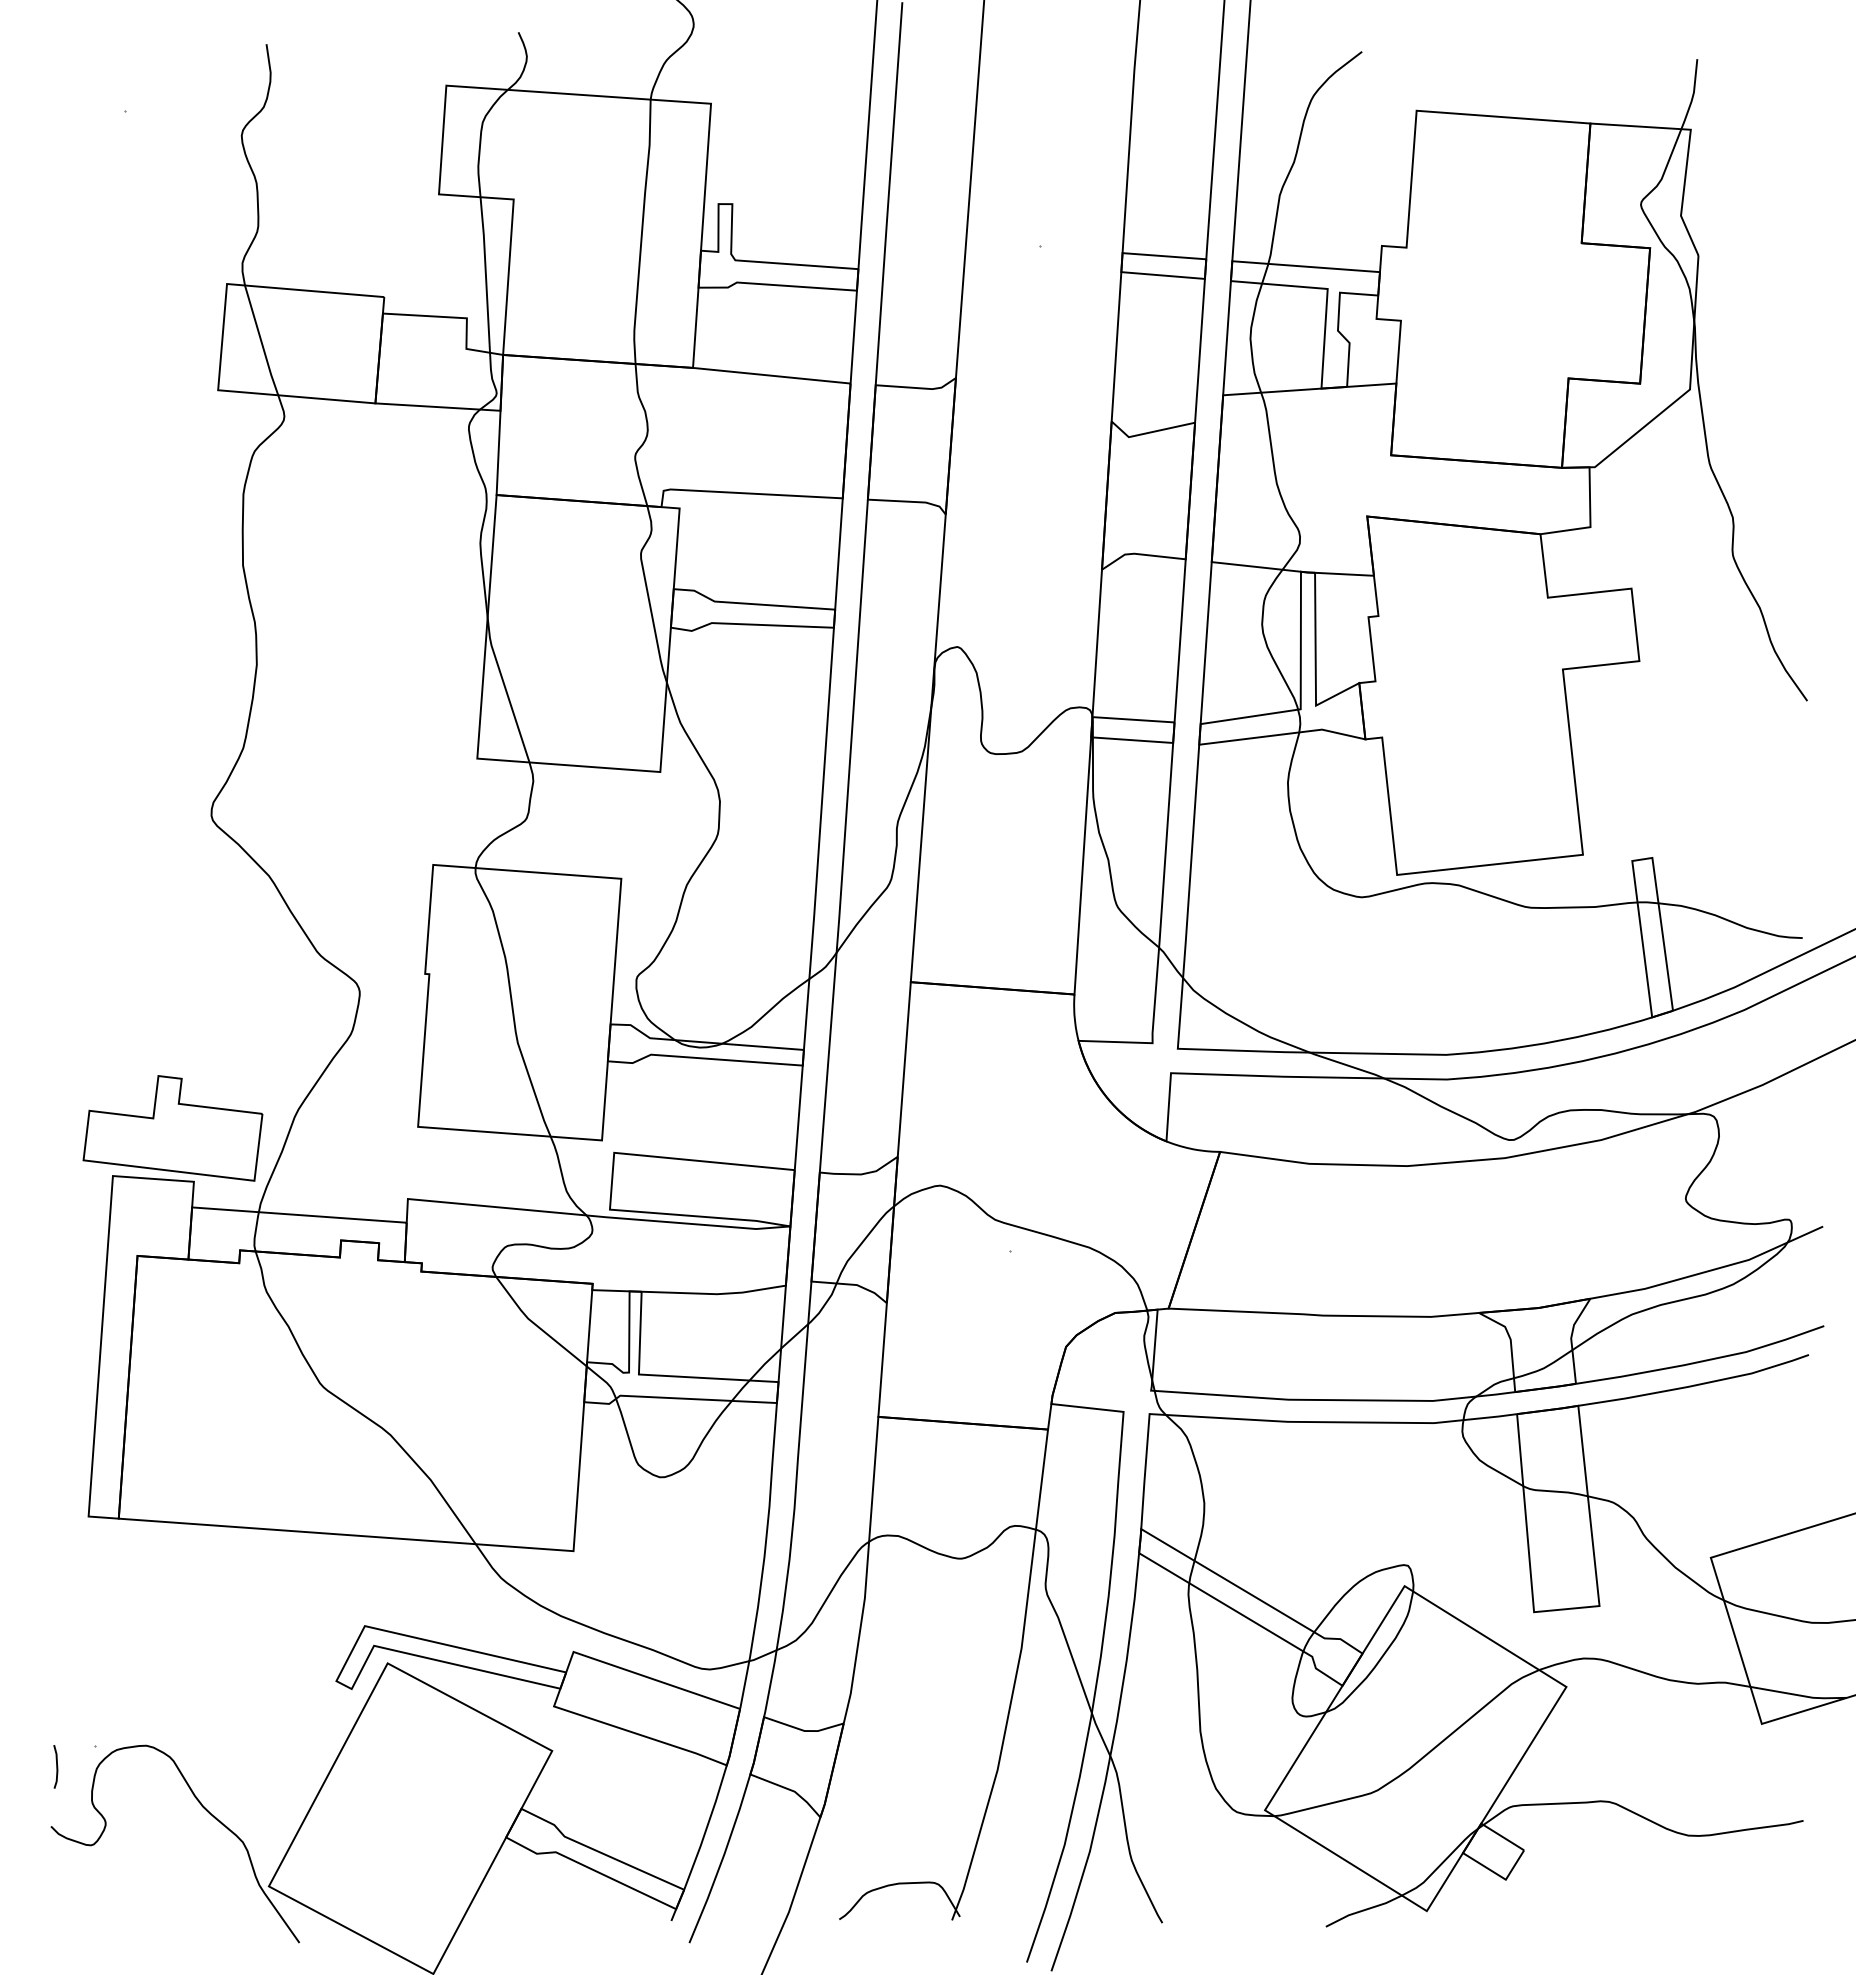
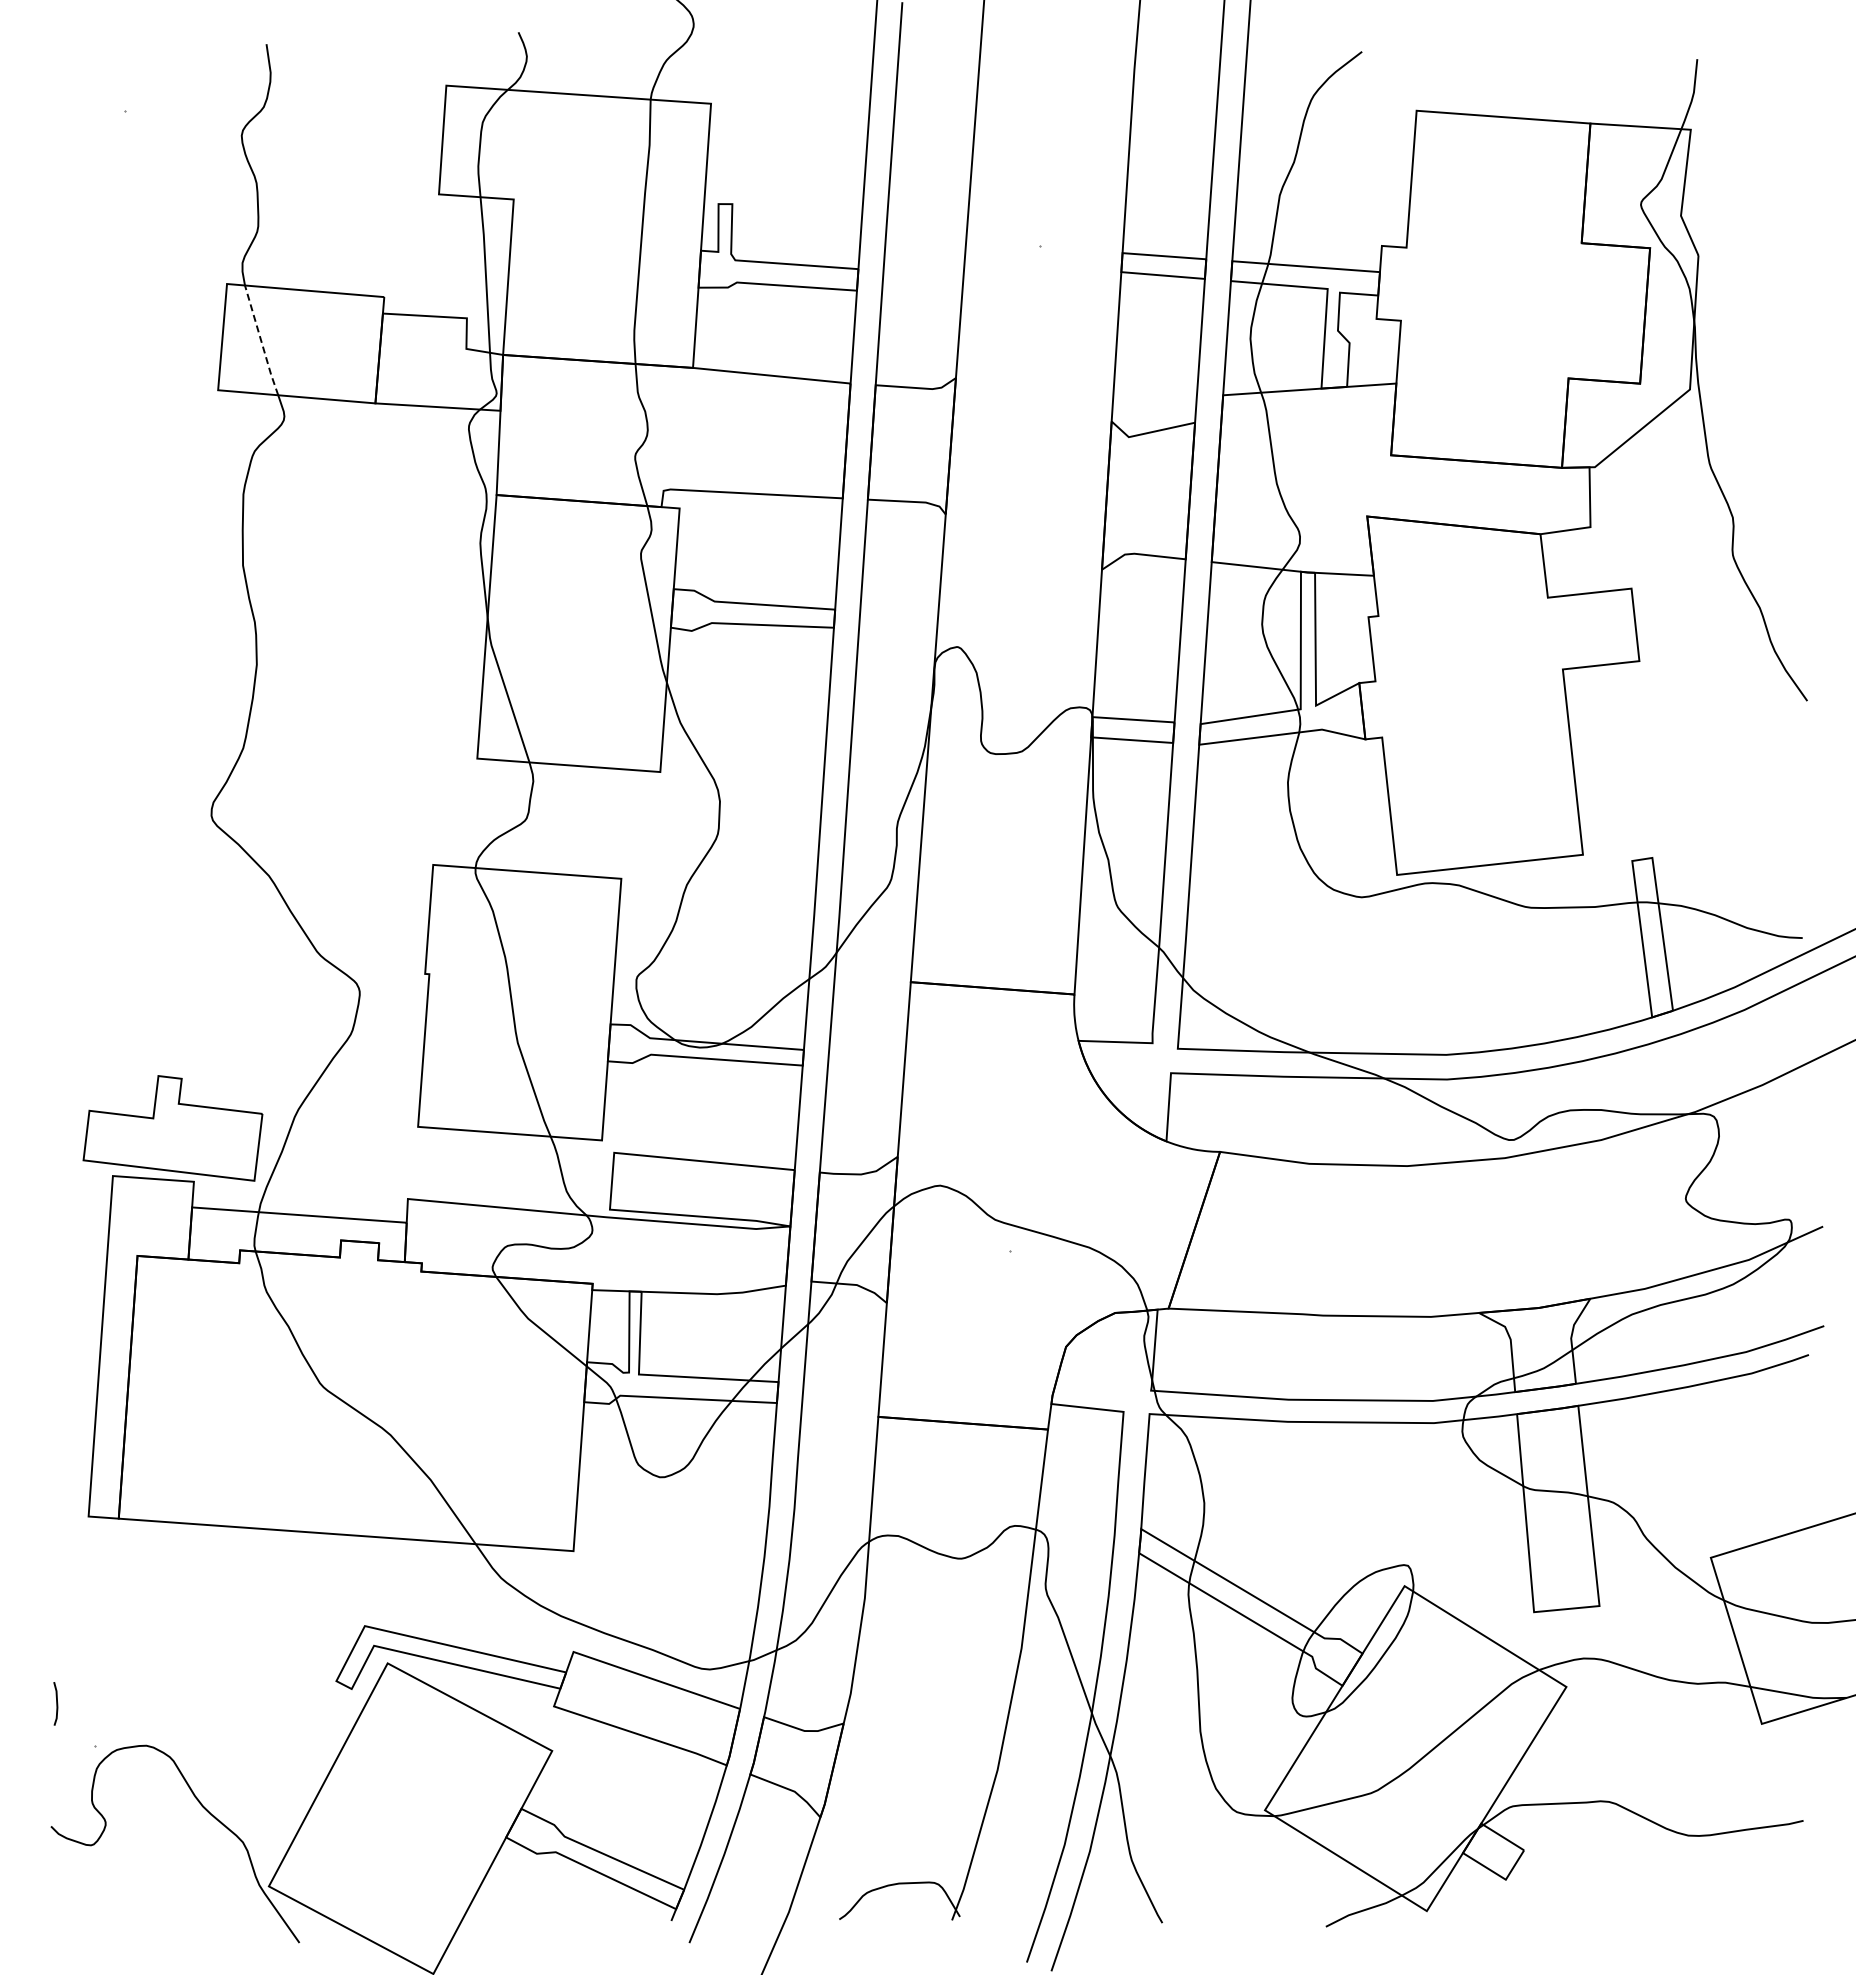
line at (261, 341): solid -> dashed
line at (56, 1766) position: (56, 1766) -> (56, 1703)
